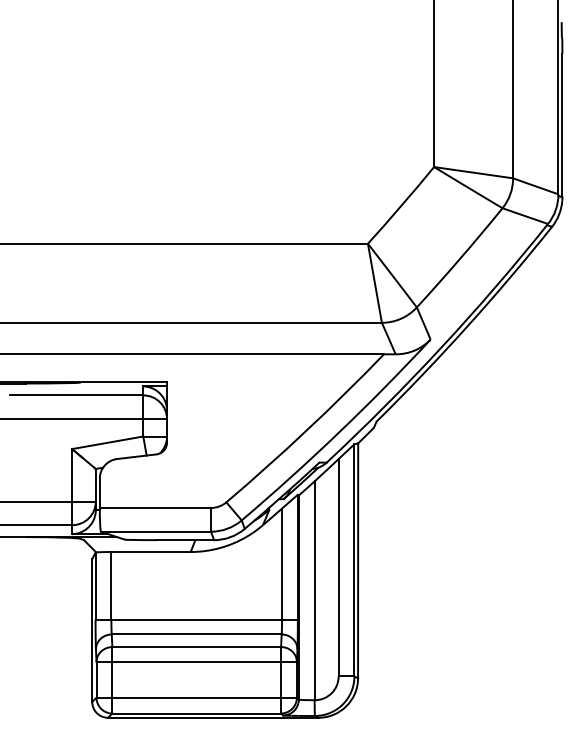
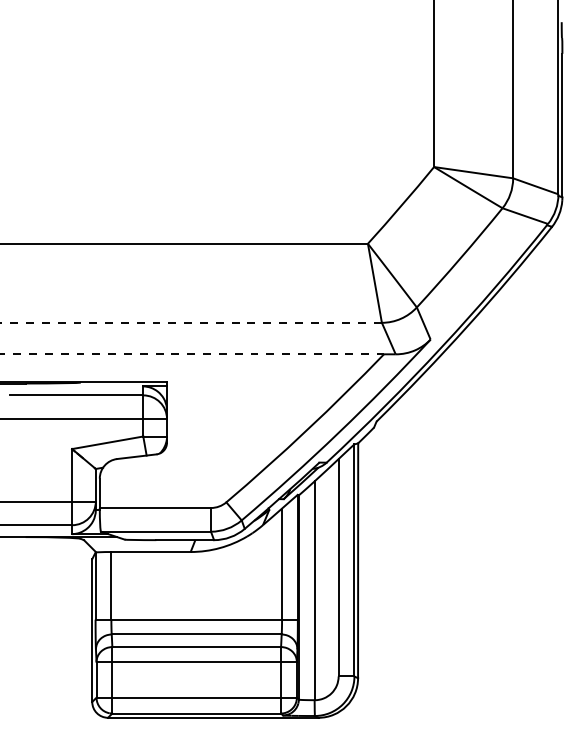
line at (191, 322): solid -> dashed
line at (192, 354): solid -> dashed
